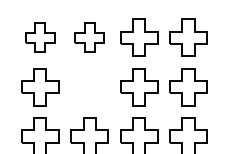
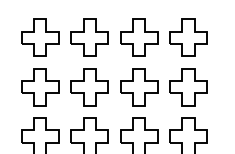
part at (40, 37) size: 31x31 px -> 39x39 px
part at (89, 37) size: 31x31 px -> 39x39 px
part at (89, 87): none -> present
